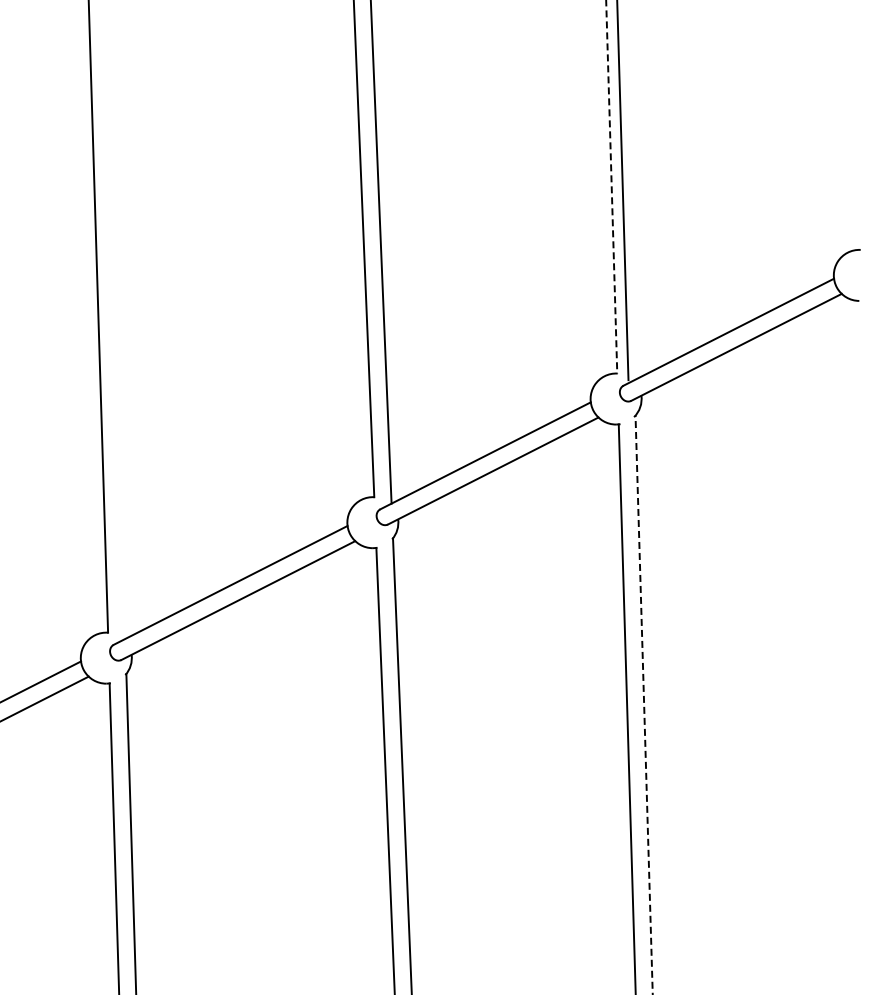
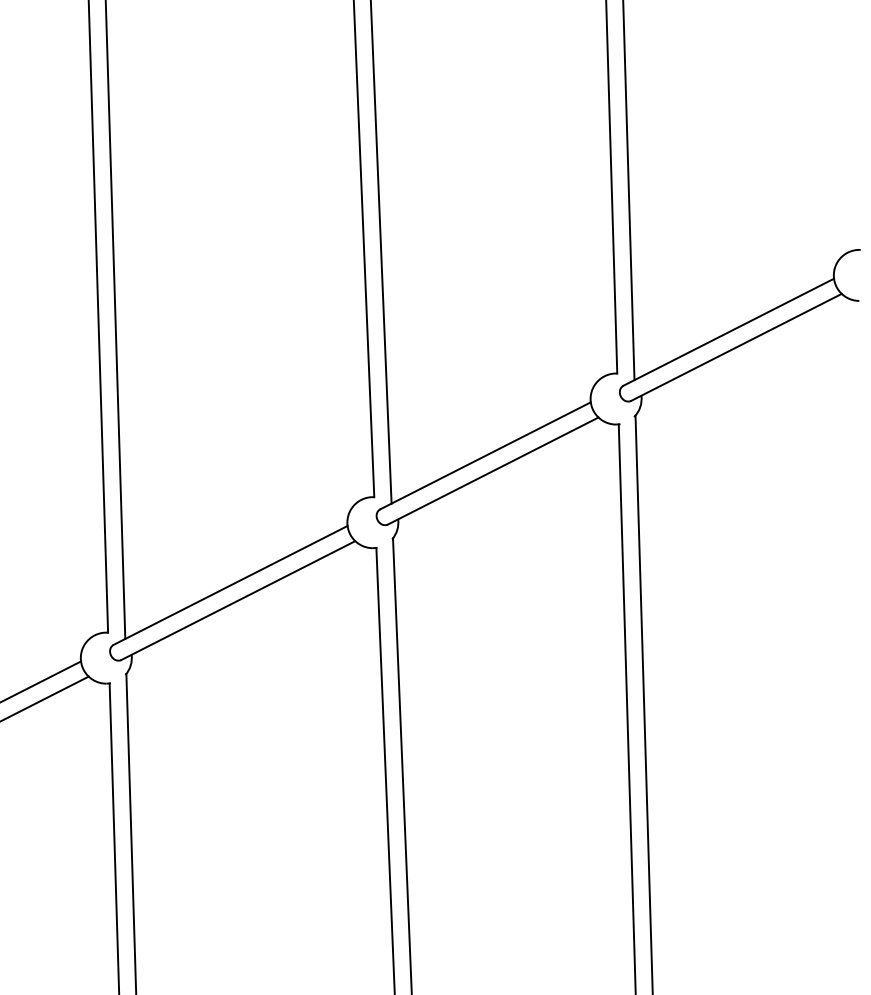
line at (611, 186): dashed -> solid
line at (622, 191) position: (622, 191) -> (628, 191)
line at (115, 320): none -> present
line at (644, 705): dashed -> solid
